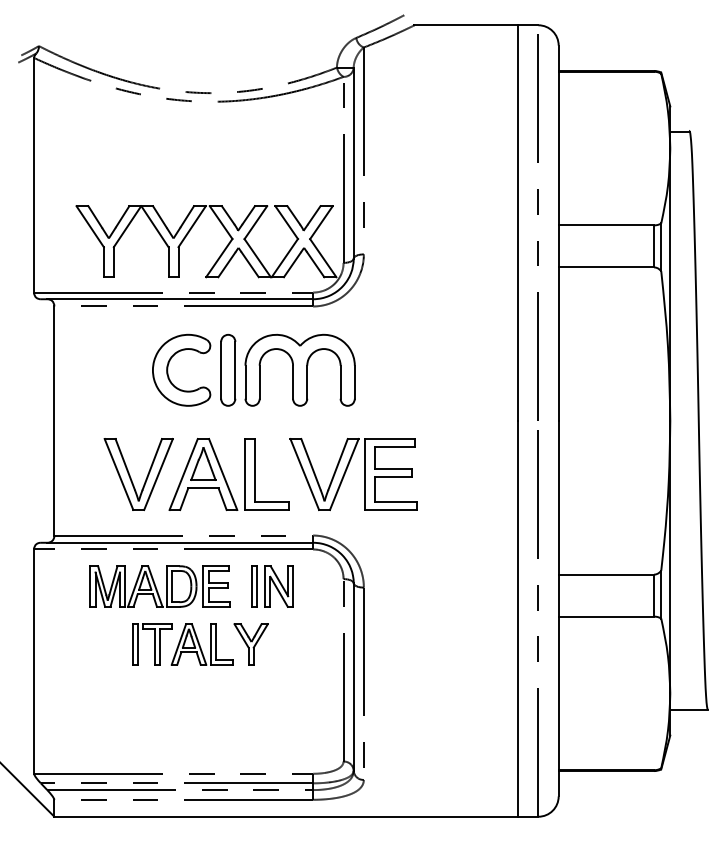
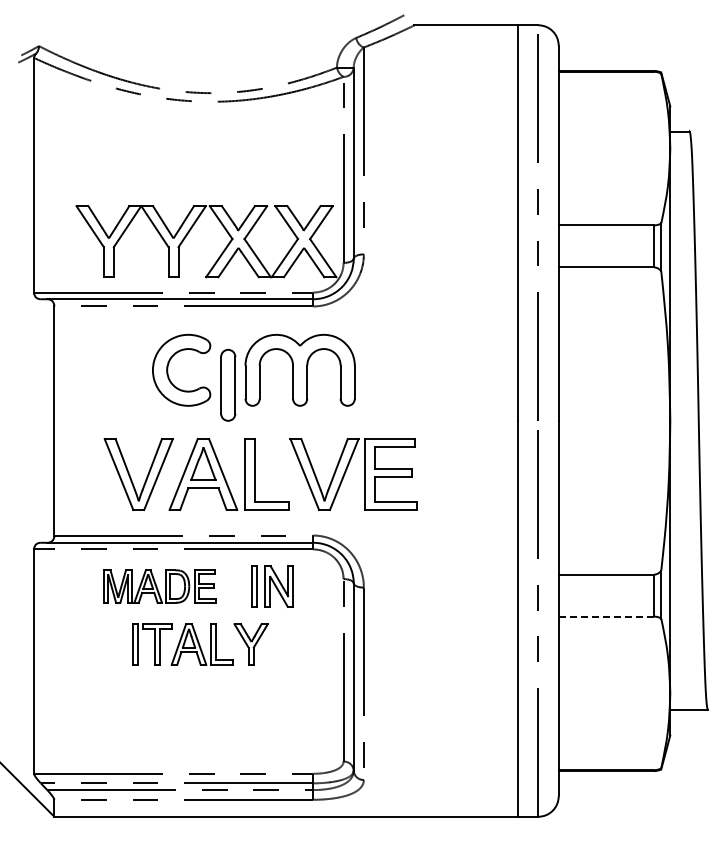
part at (228, 370) position: (228, 370) -> (228, 385)
part at (159, 586) size: 142x43 px -> 114x35 px
line at (606, 616): solid -> dashed
